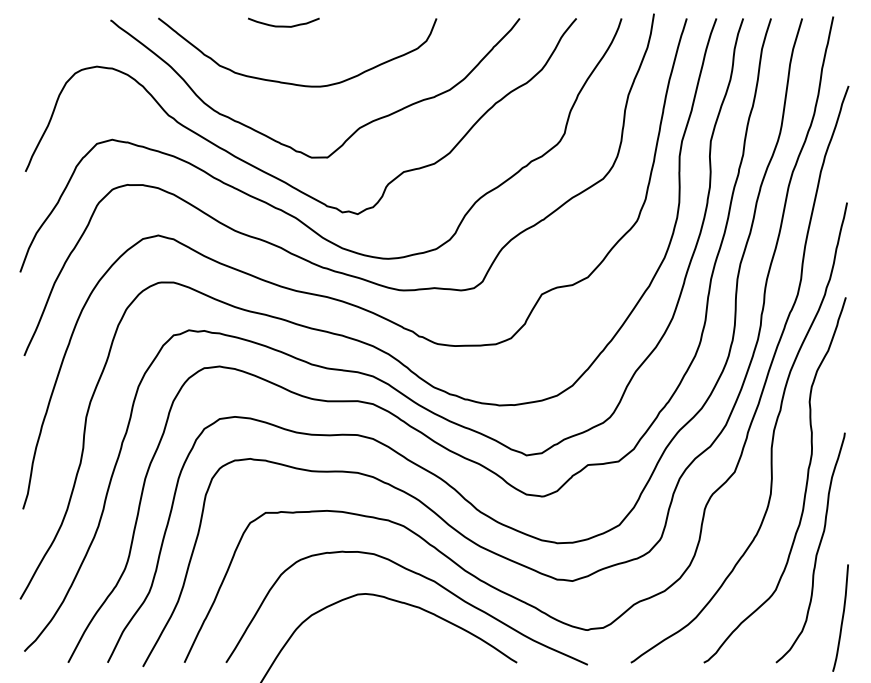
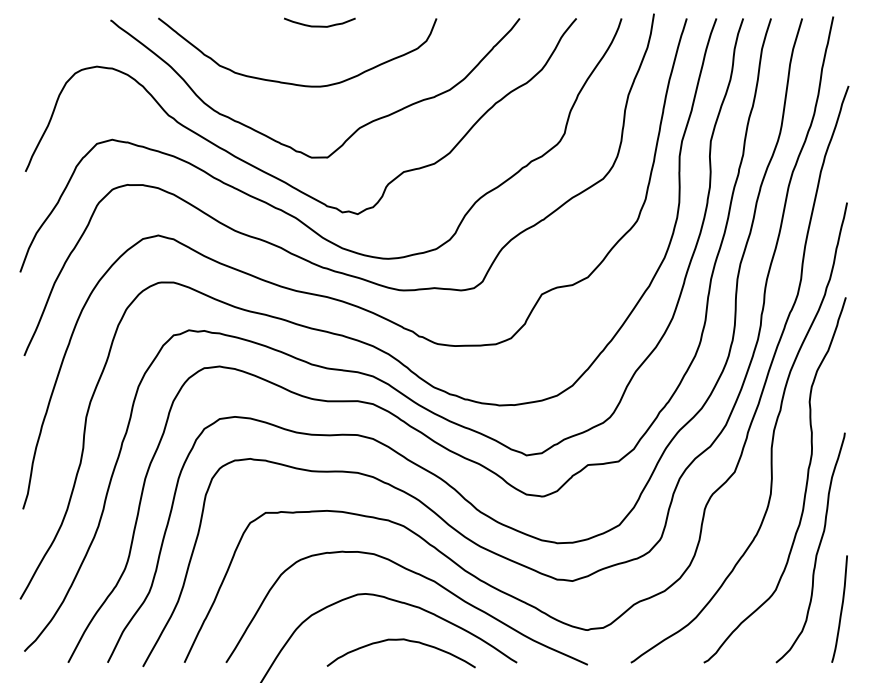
curve at (283, 25) position: (283, 25) -> (319, 25)
curve at (841, 618) position: (841, 618) -> (840, 609)
curve at (400, 640): none -> present
